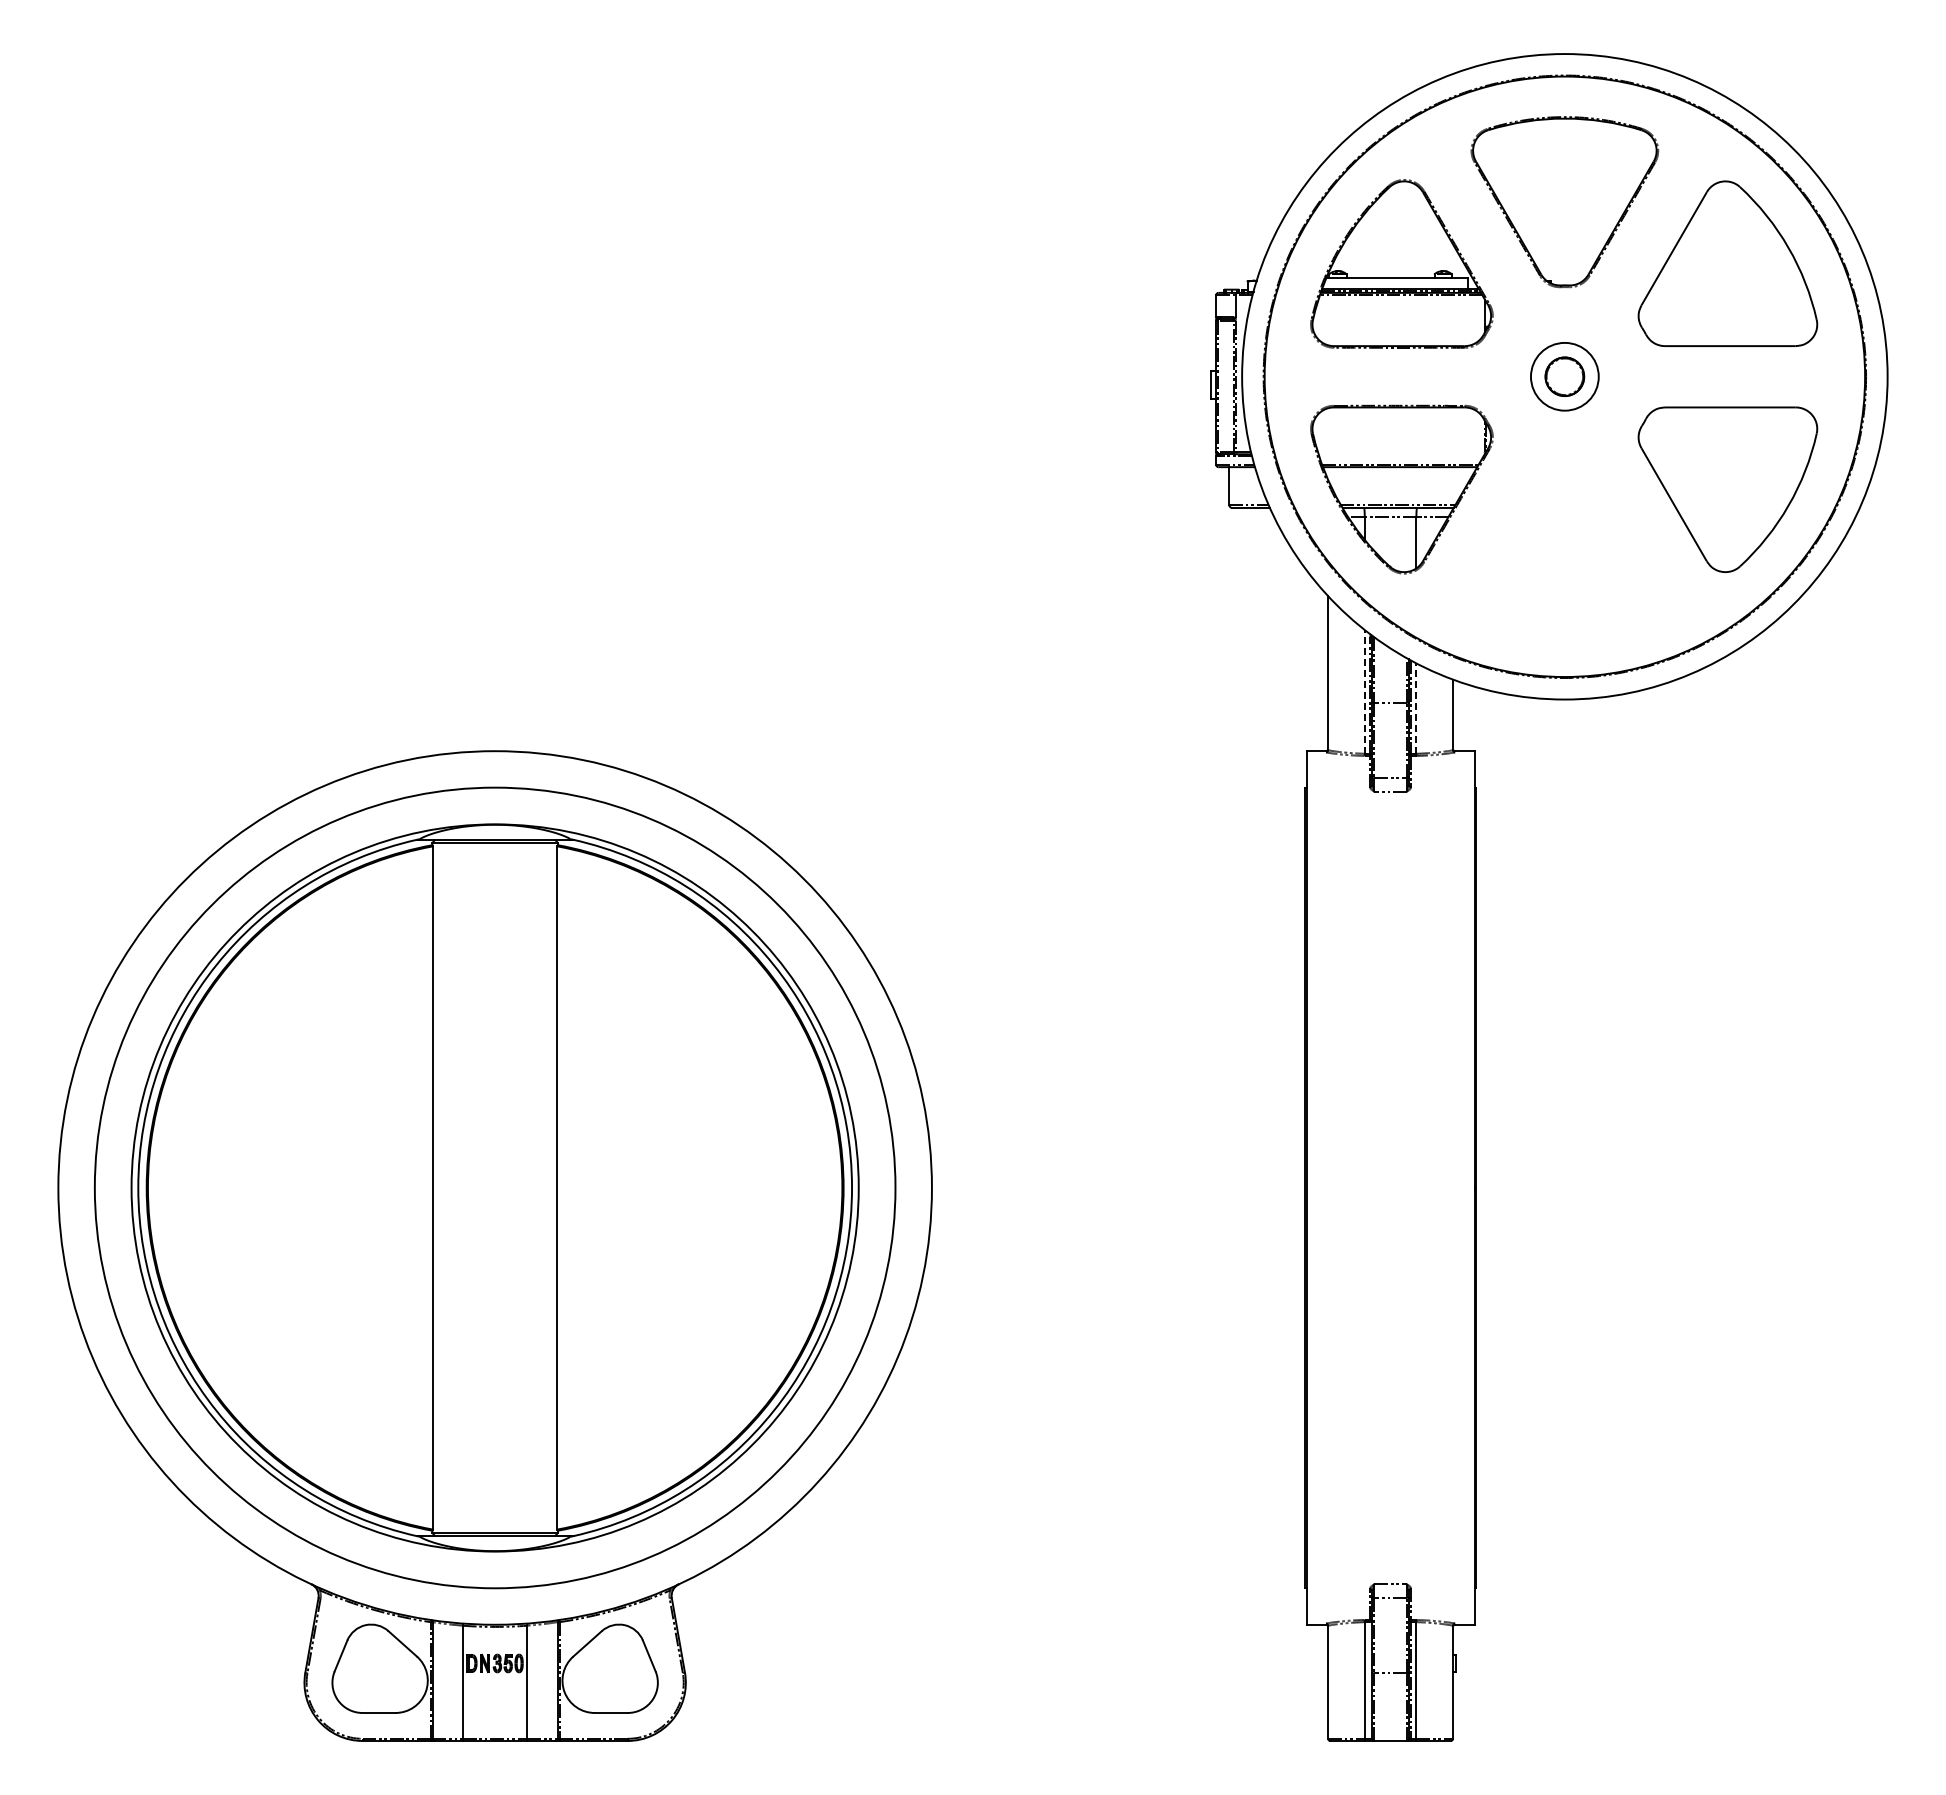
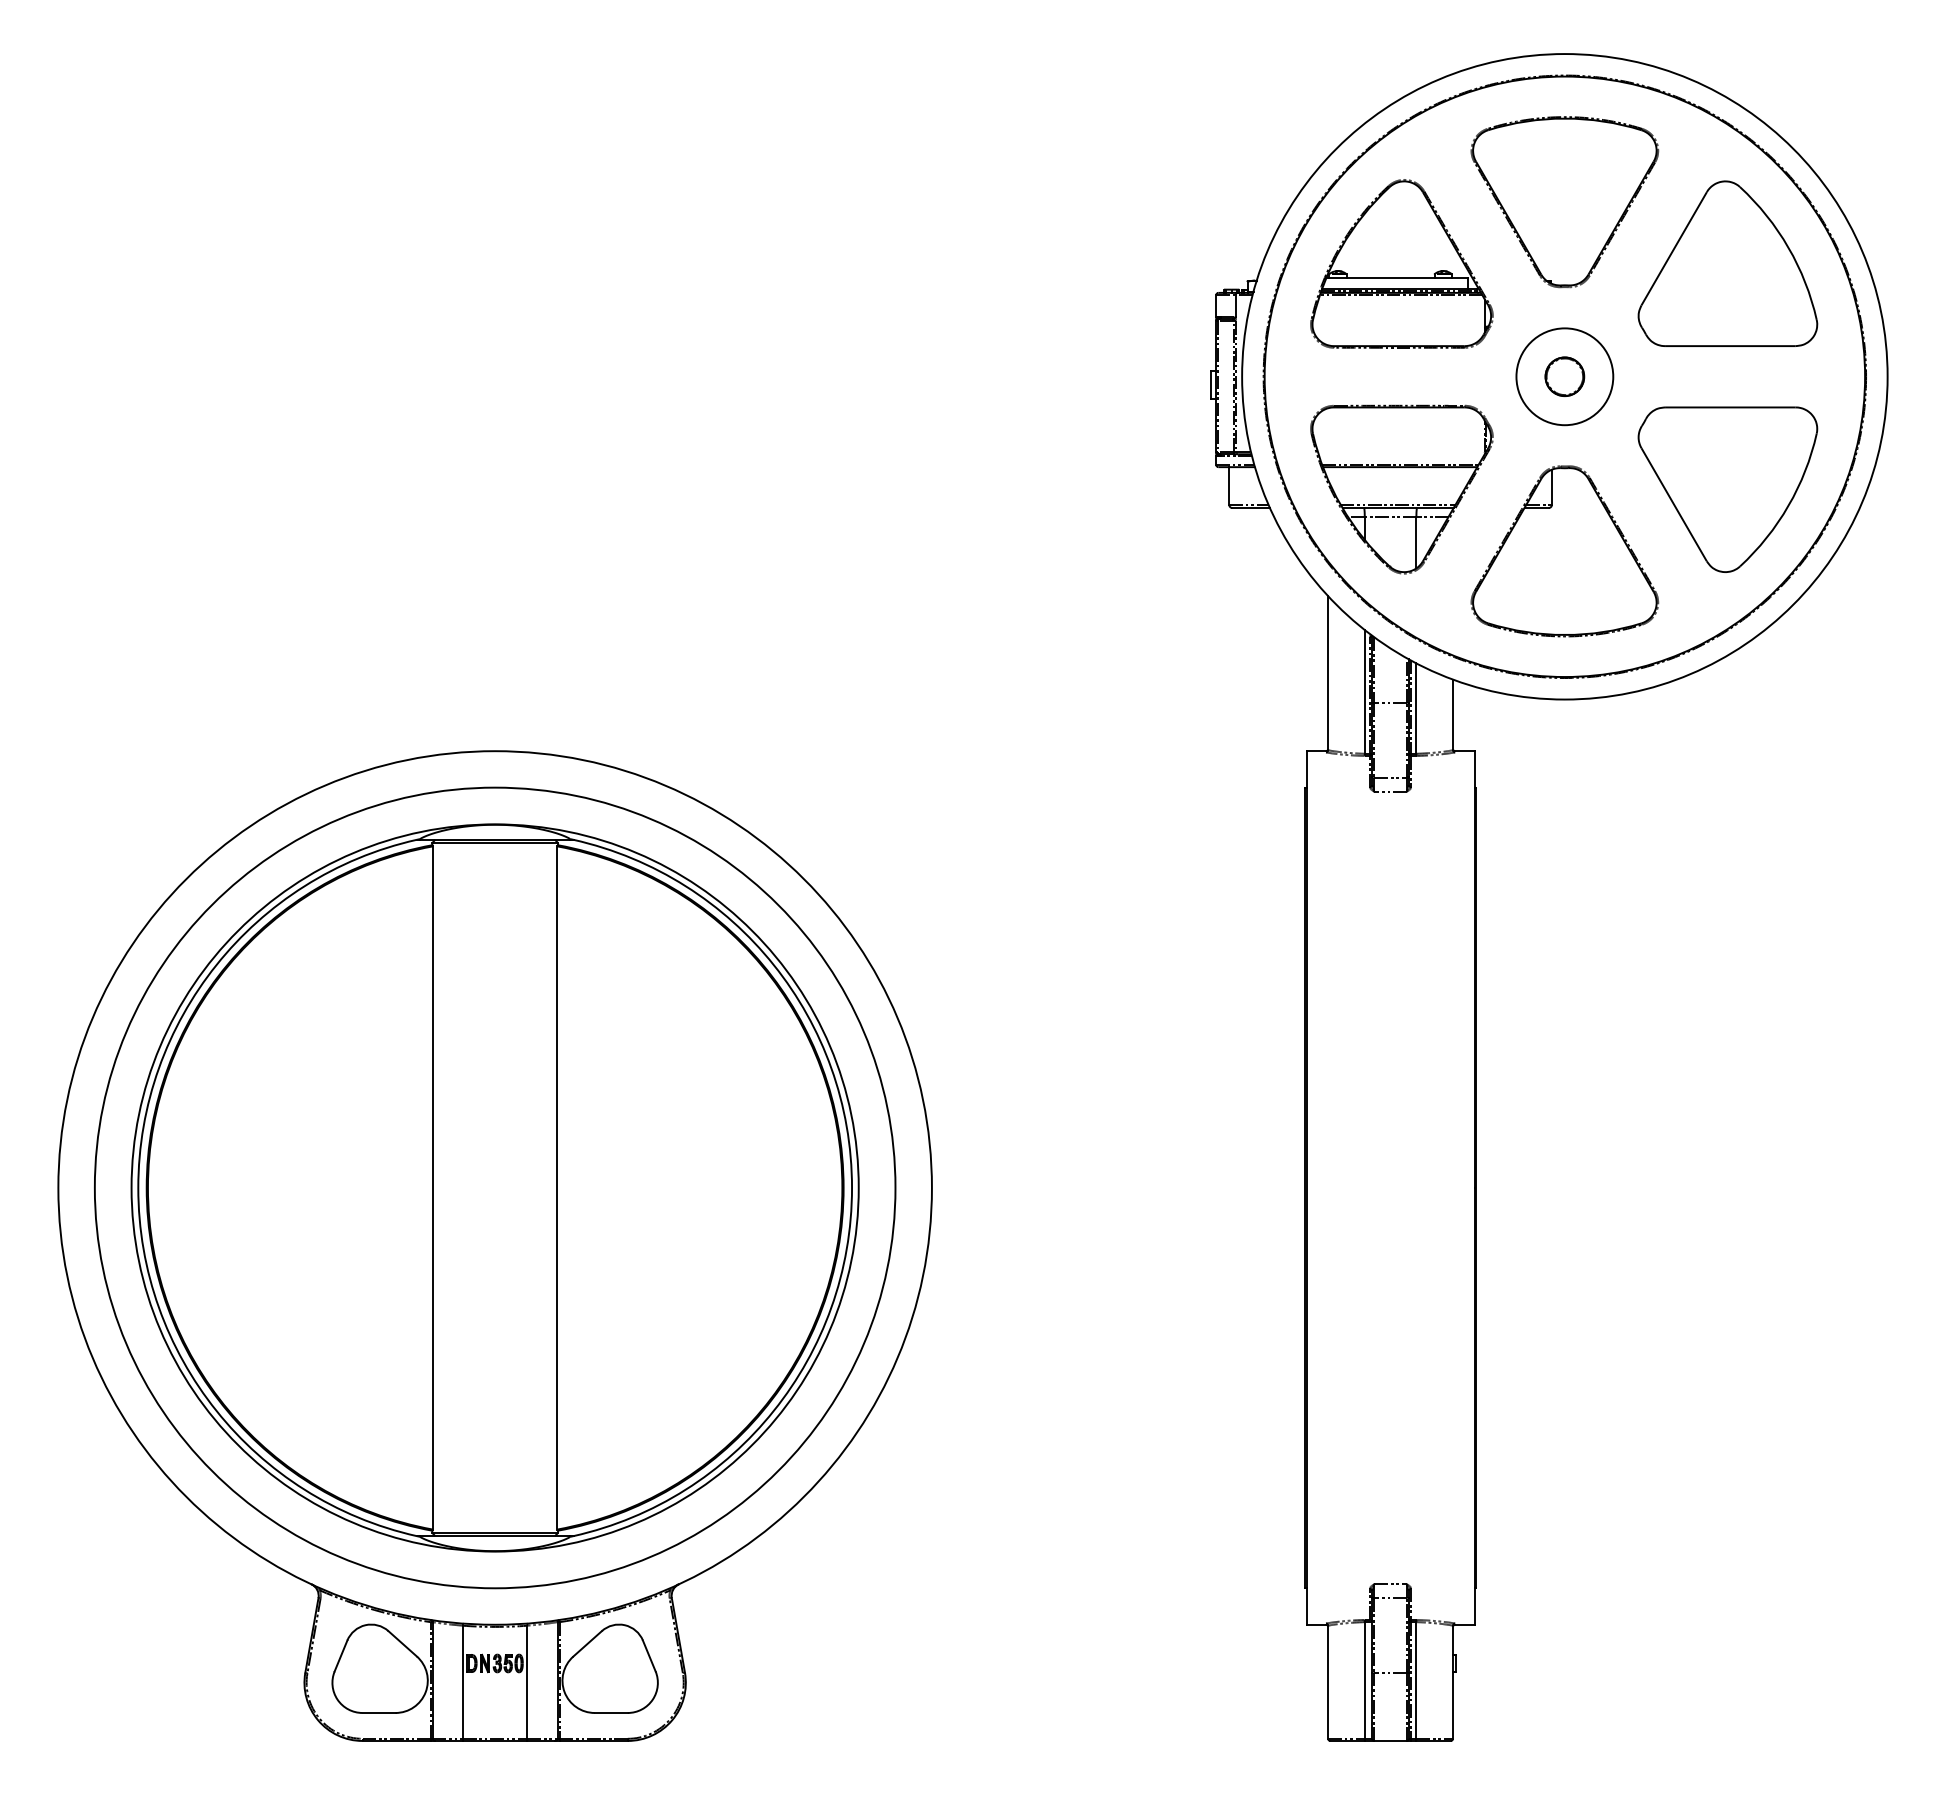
circle at (1564, 376) diameter: 68 px -> 97 px
part at (1564, 551): none -> present
line at (1364, 691): dashed -> solid
line at (1416, 708): dashed -> solid
